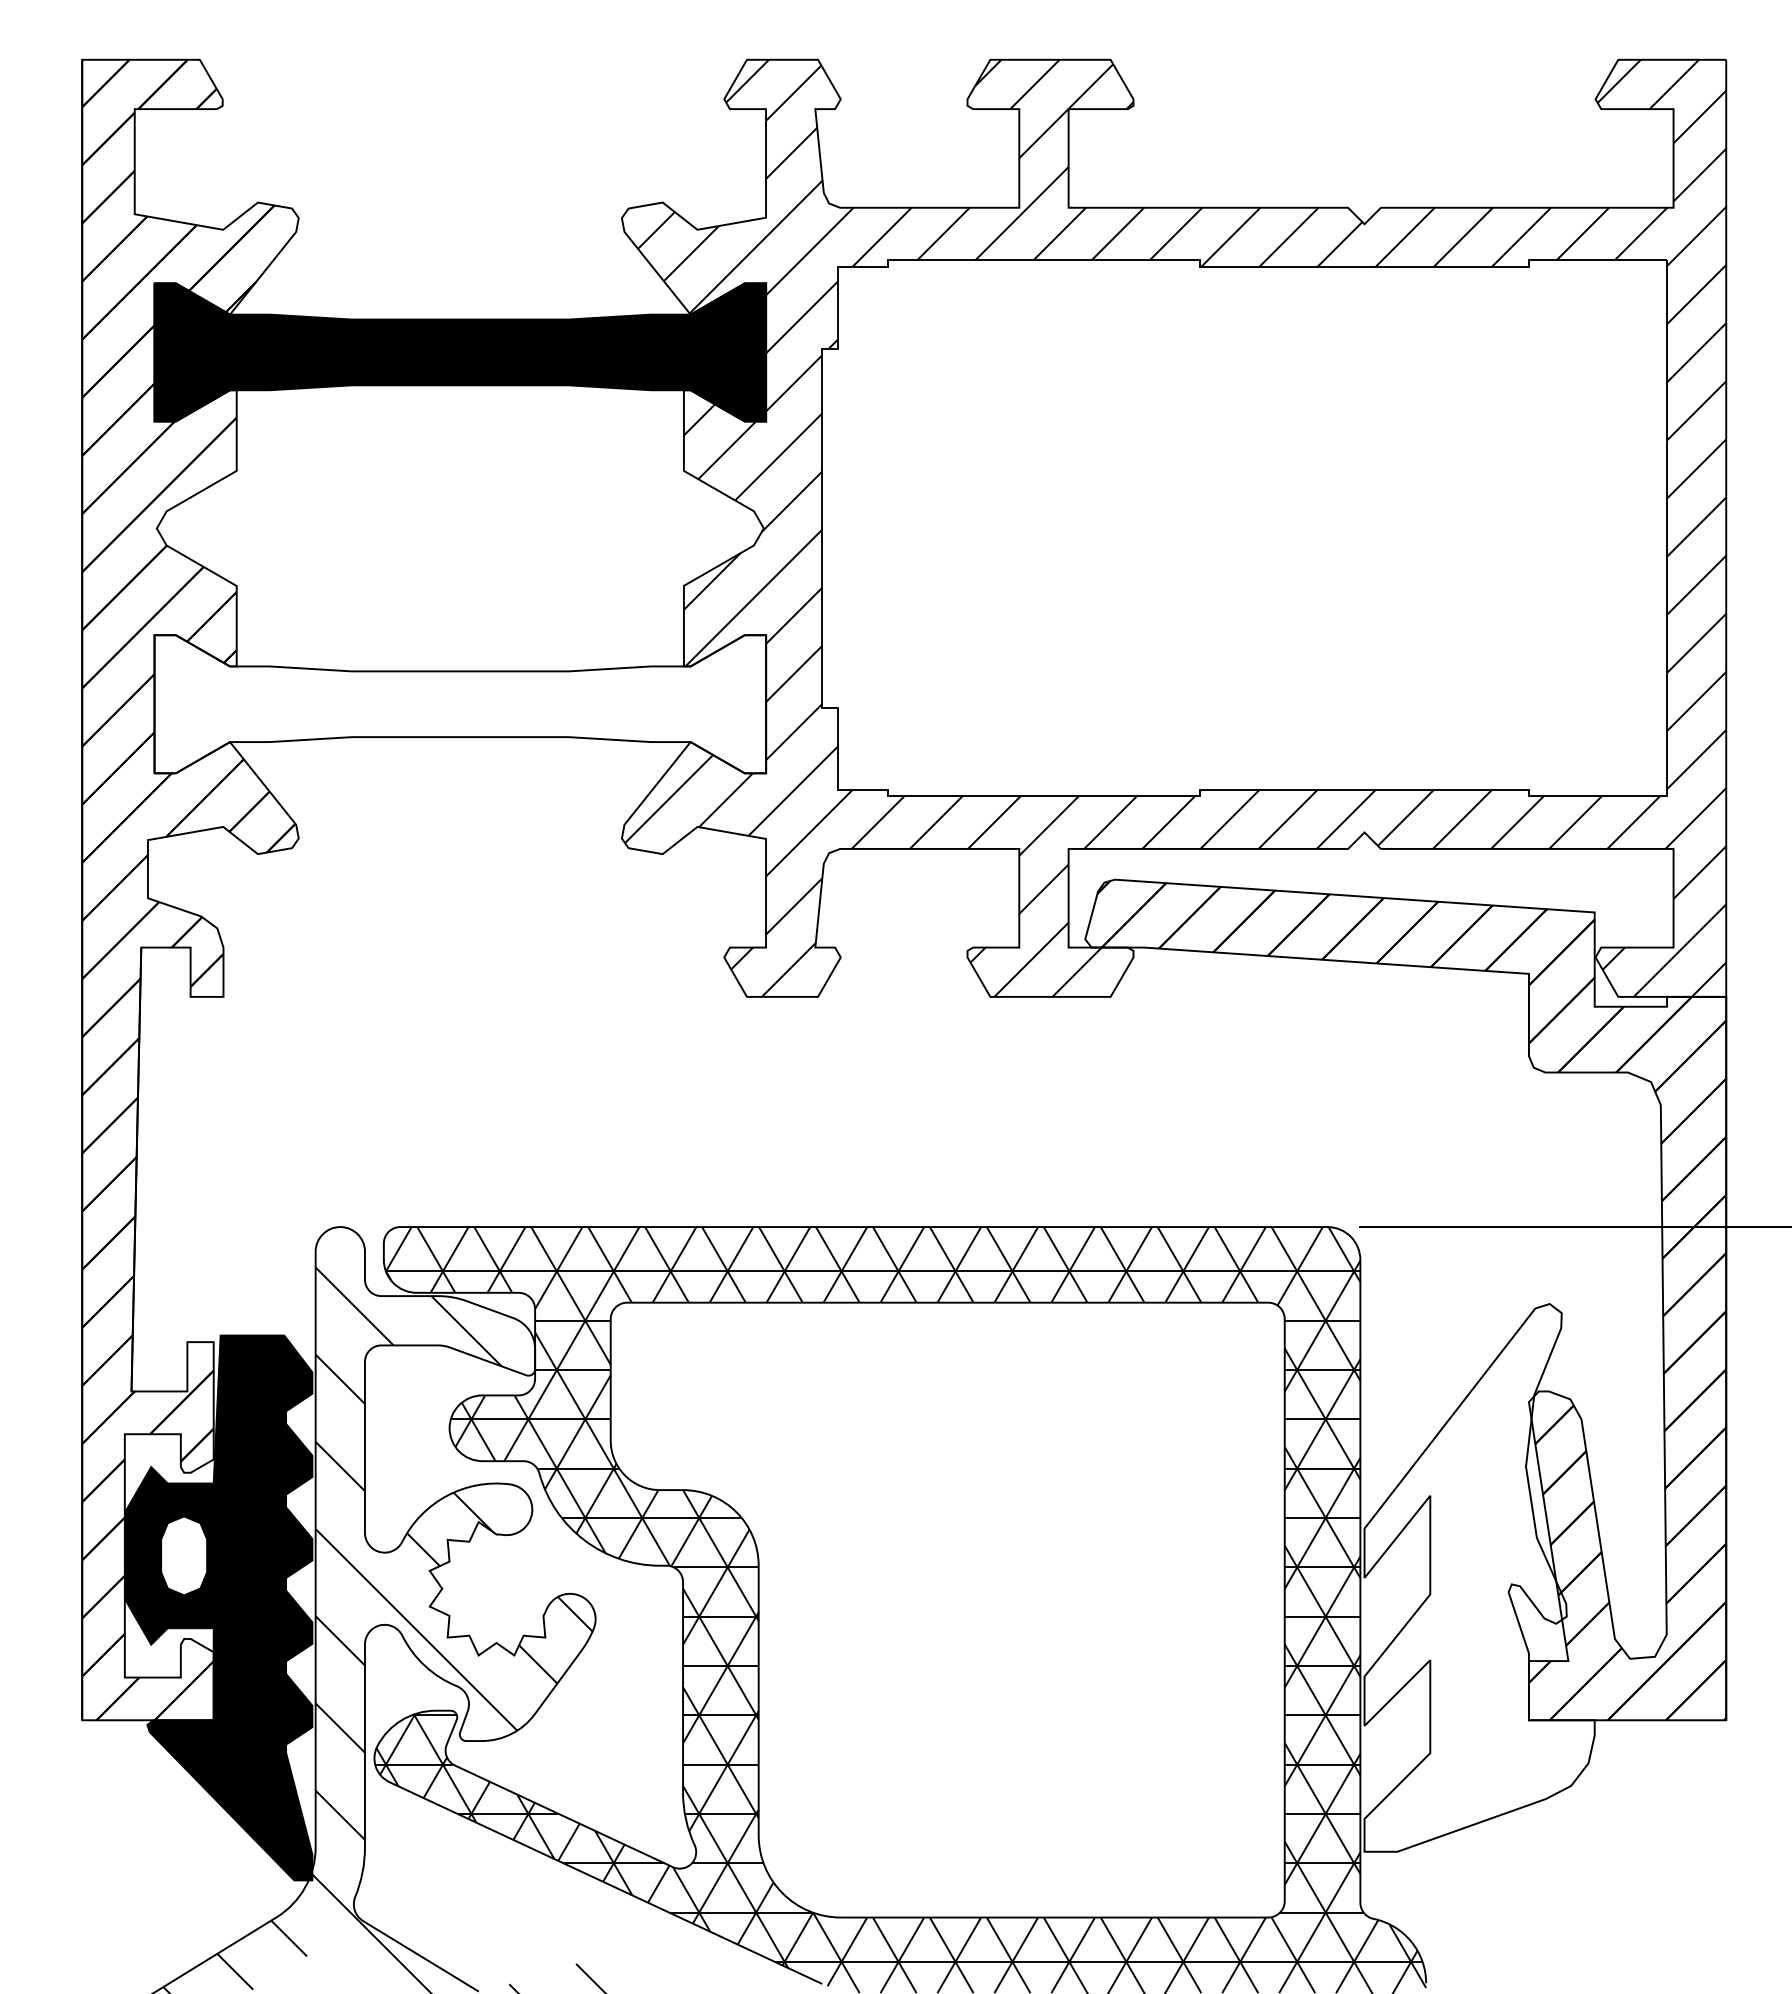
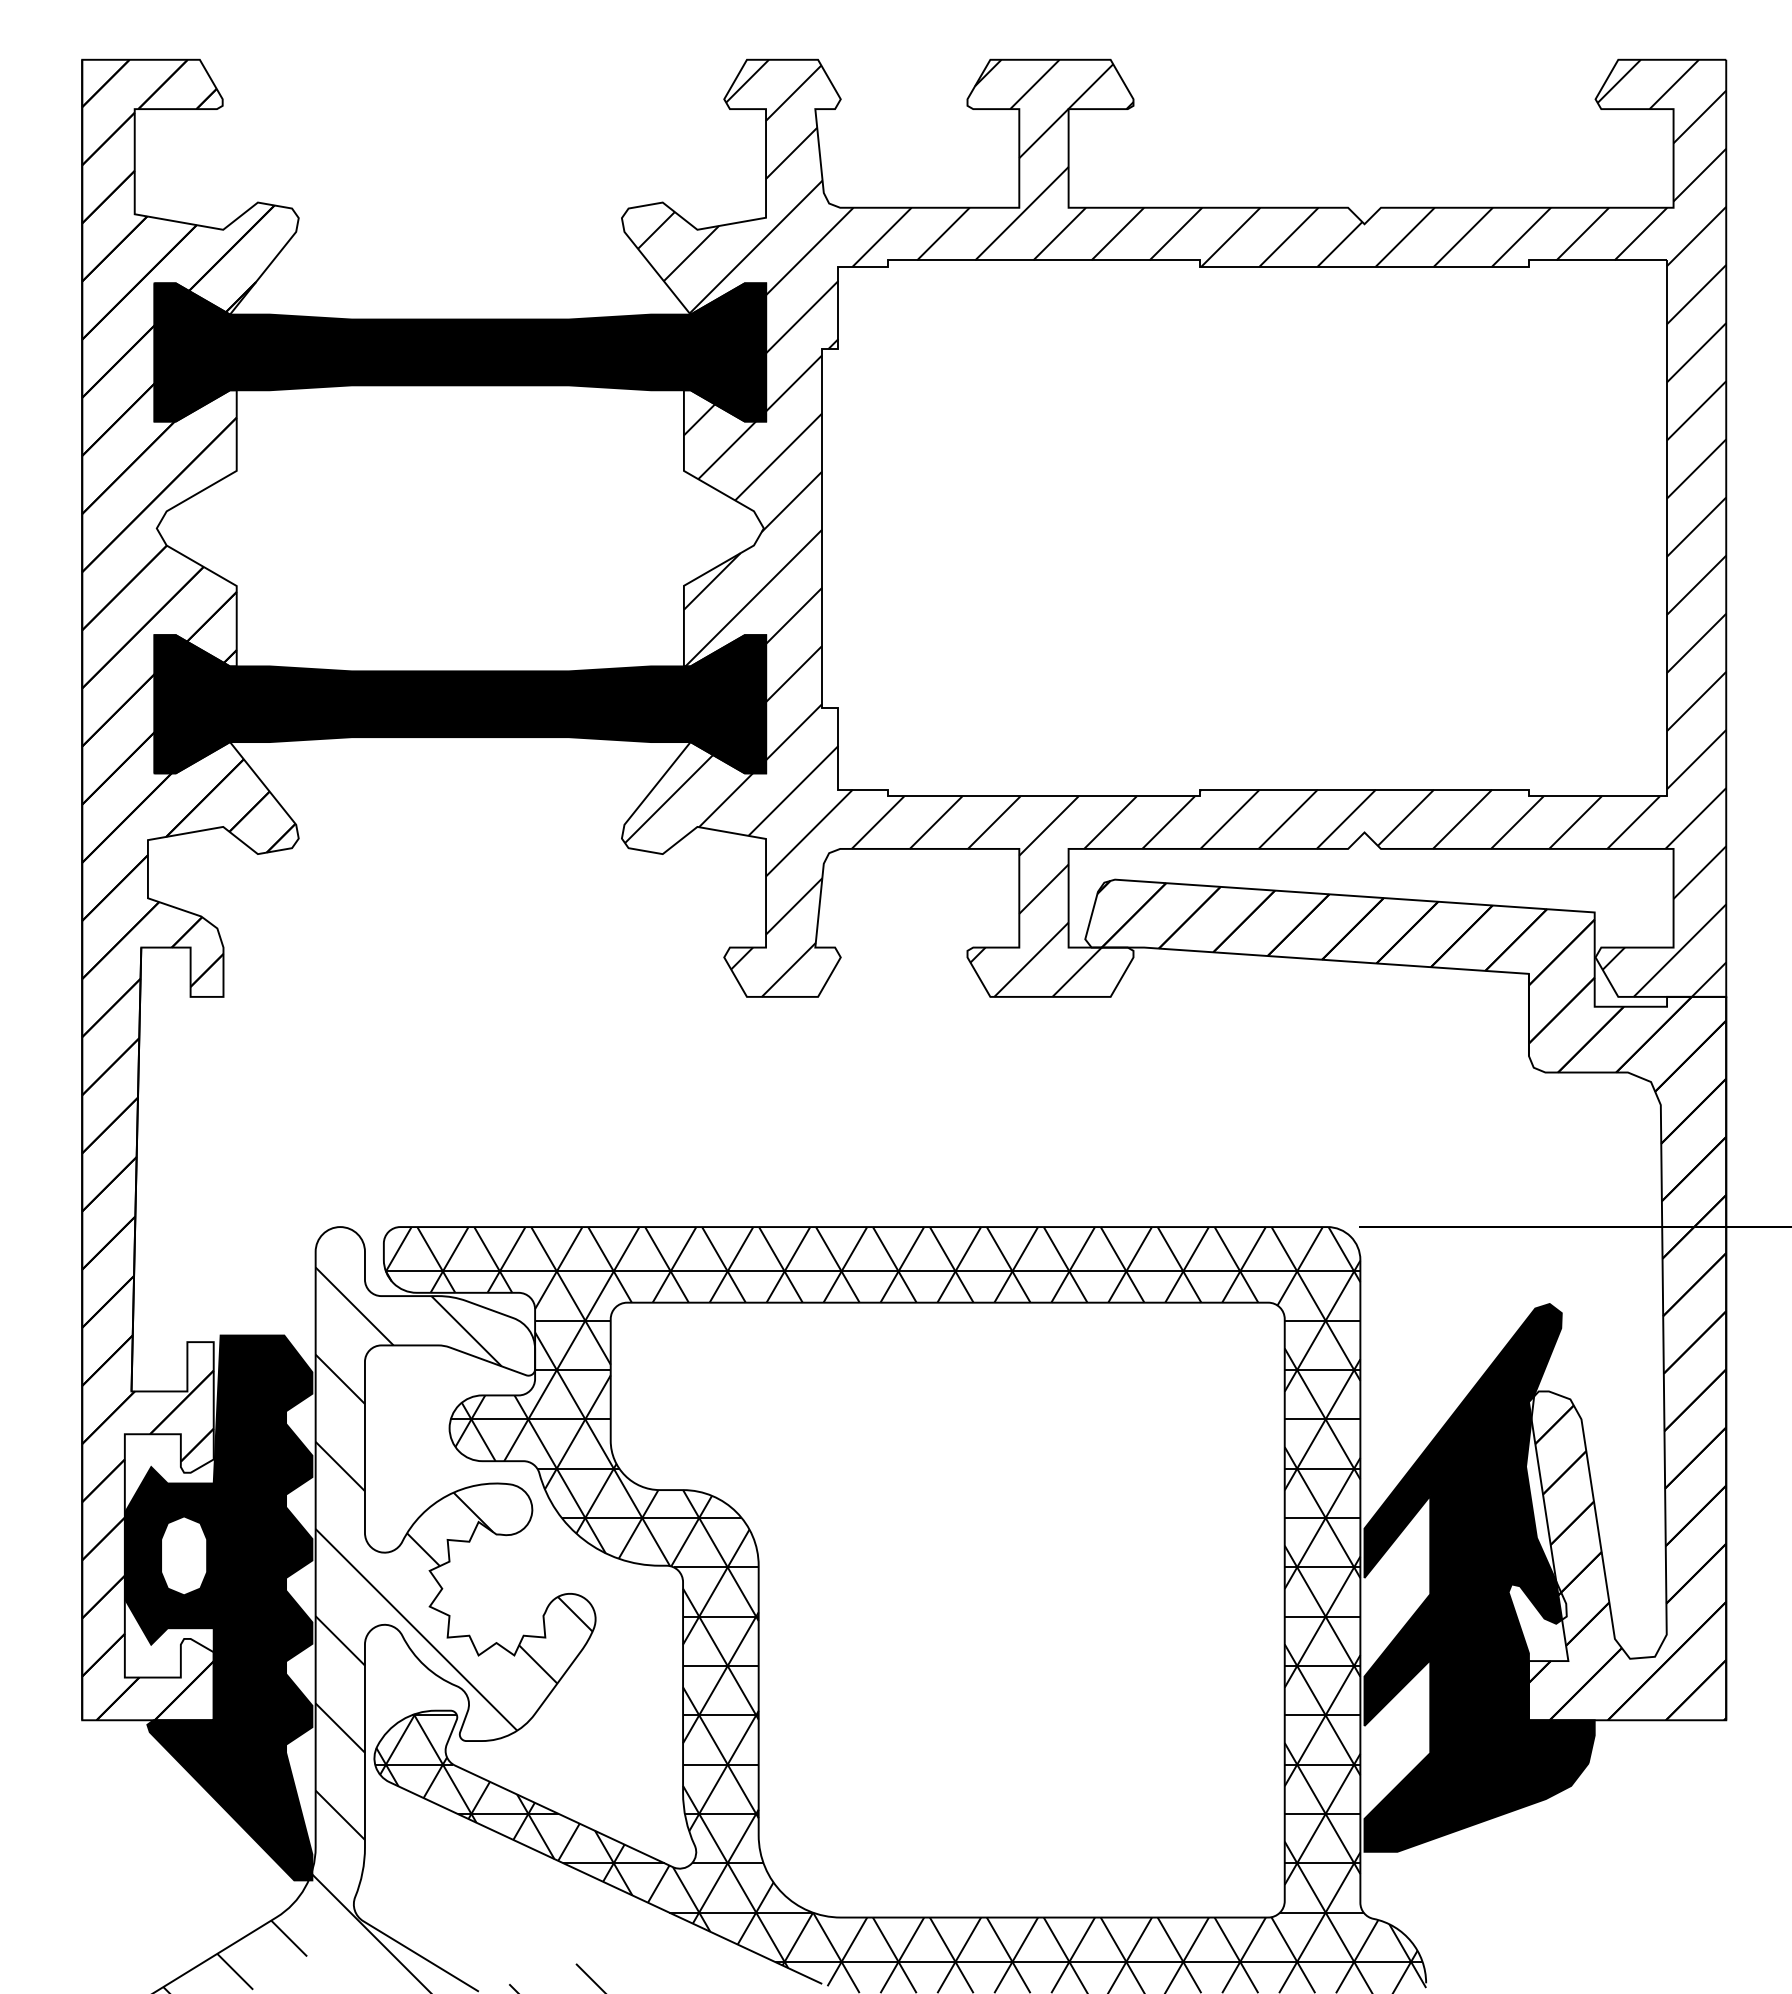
fill at (460, 704): none -> present
fill at (1479, 1577): none -> present
